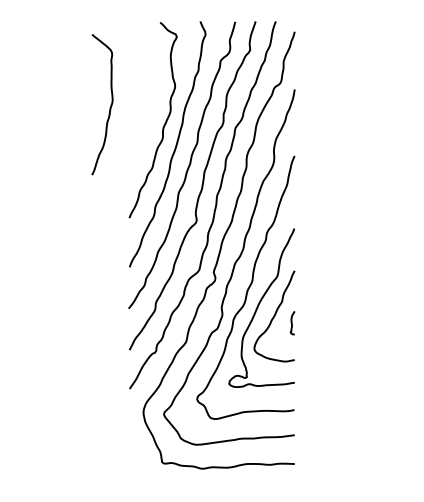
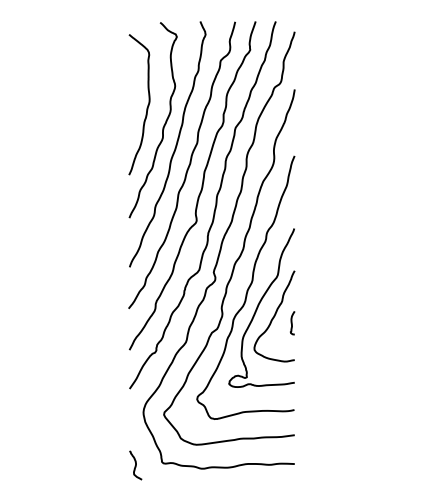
curve at (109, 107) position: (109, 107) -> (146, 107)
curve at (135, 465): none -> present
